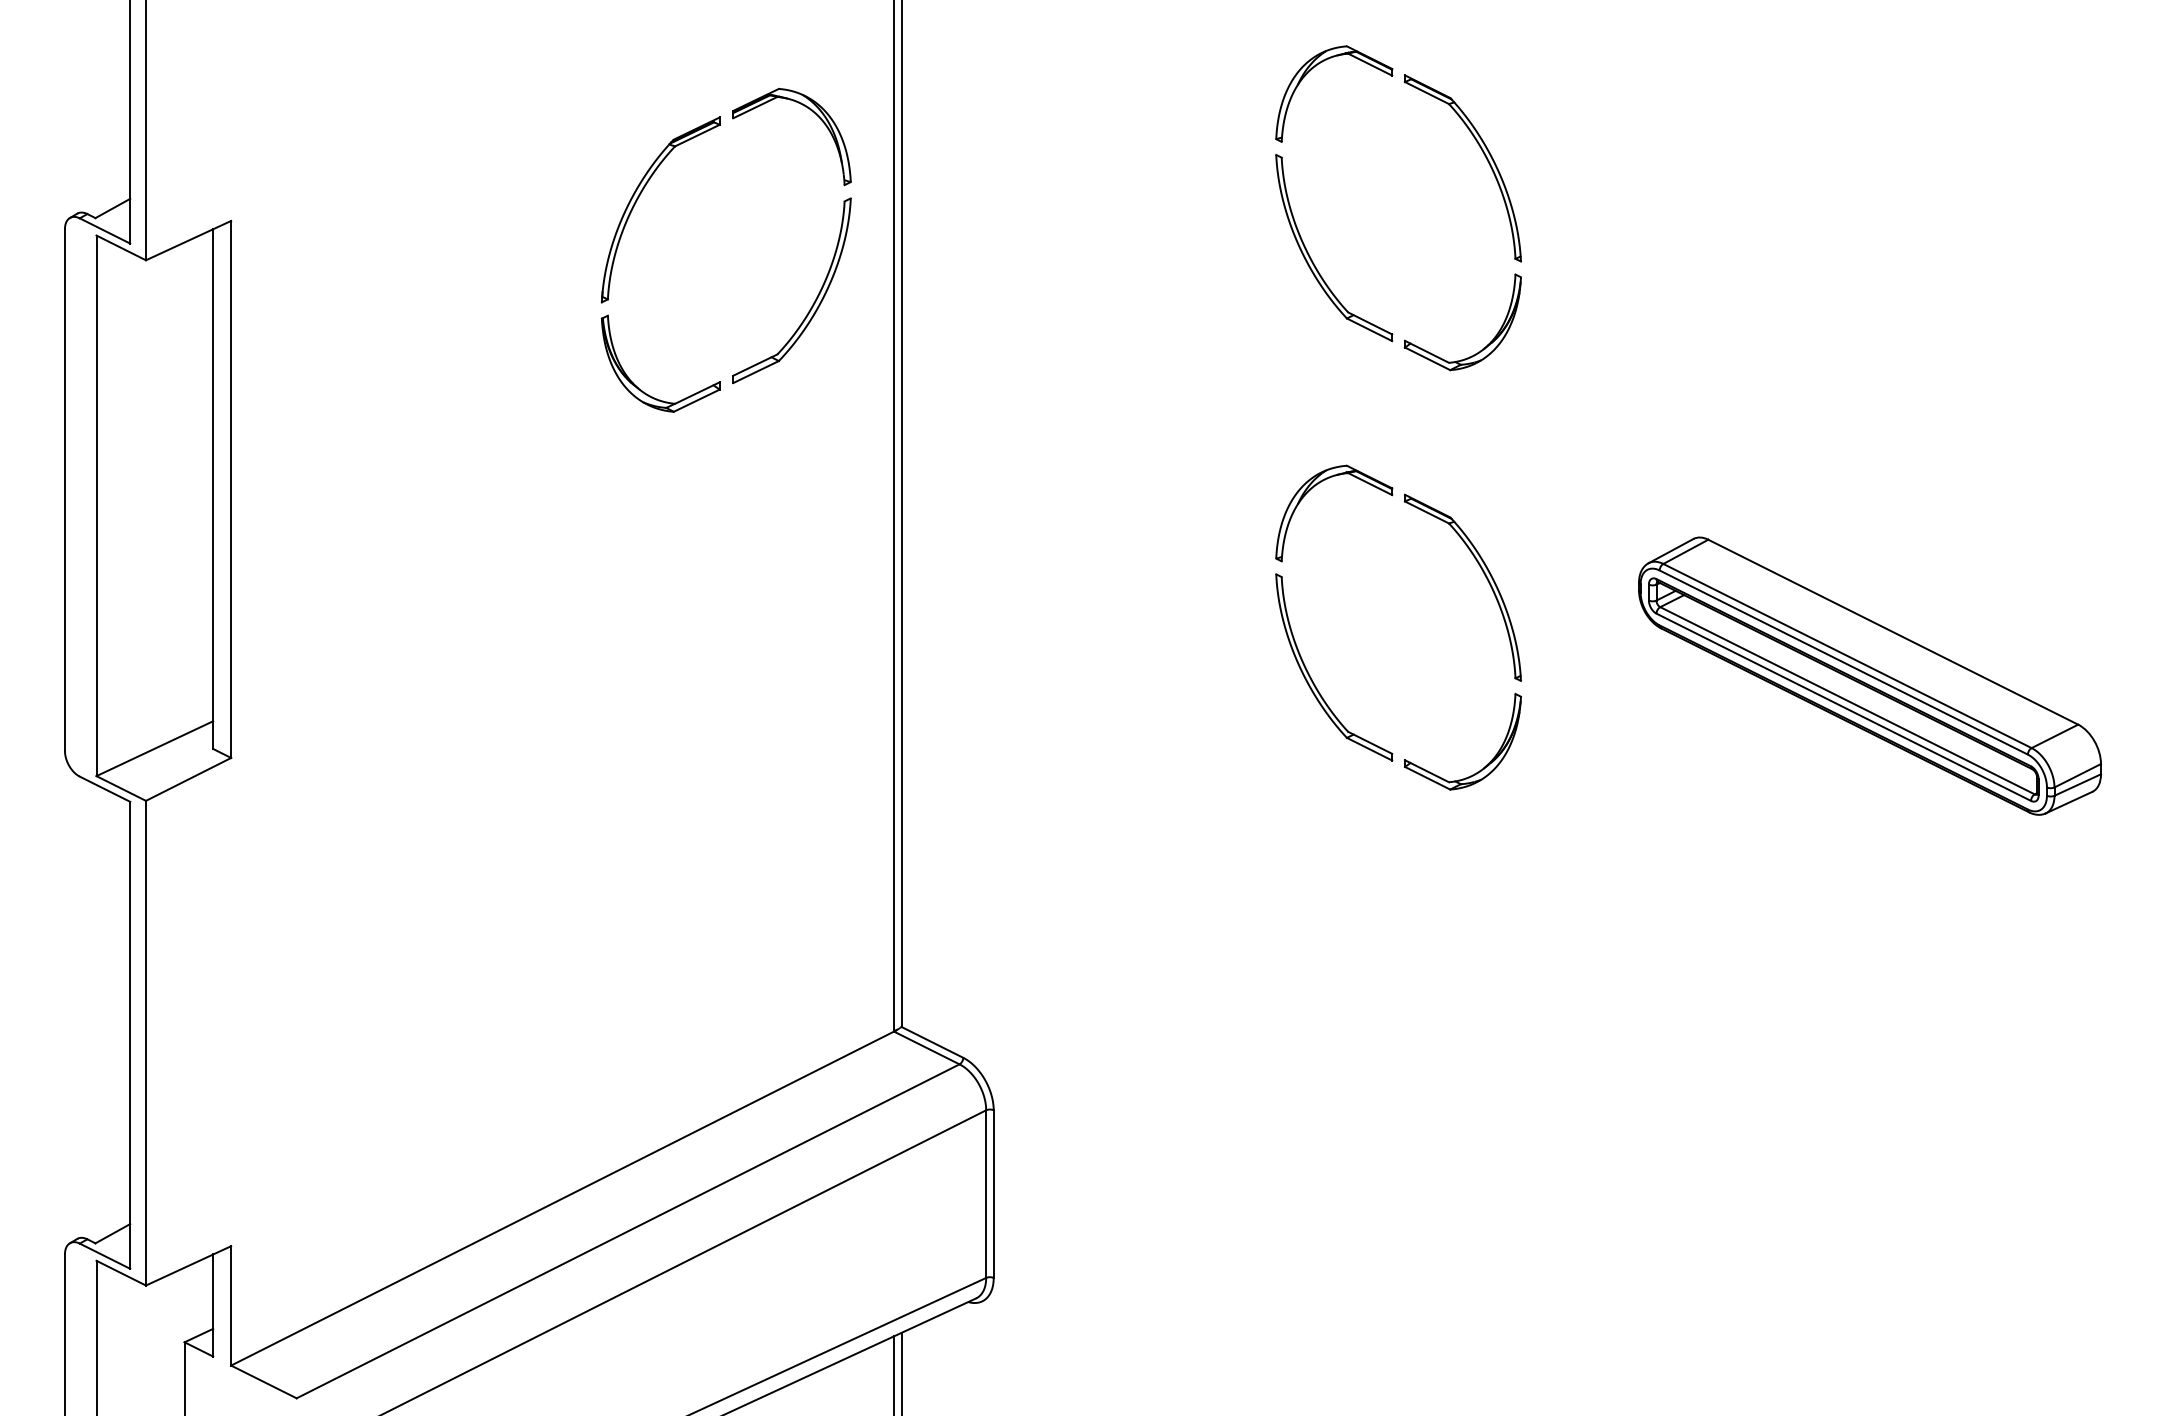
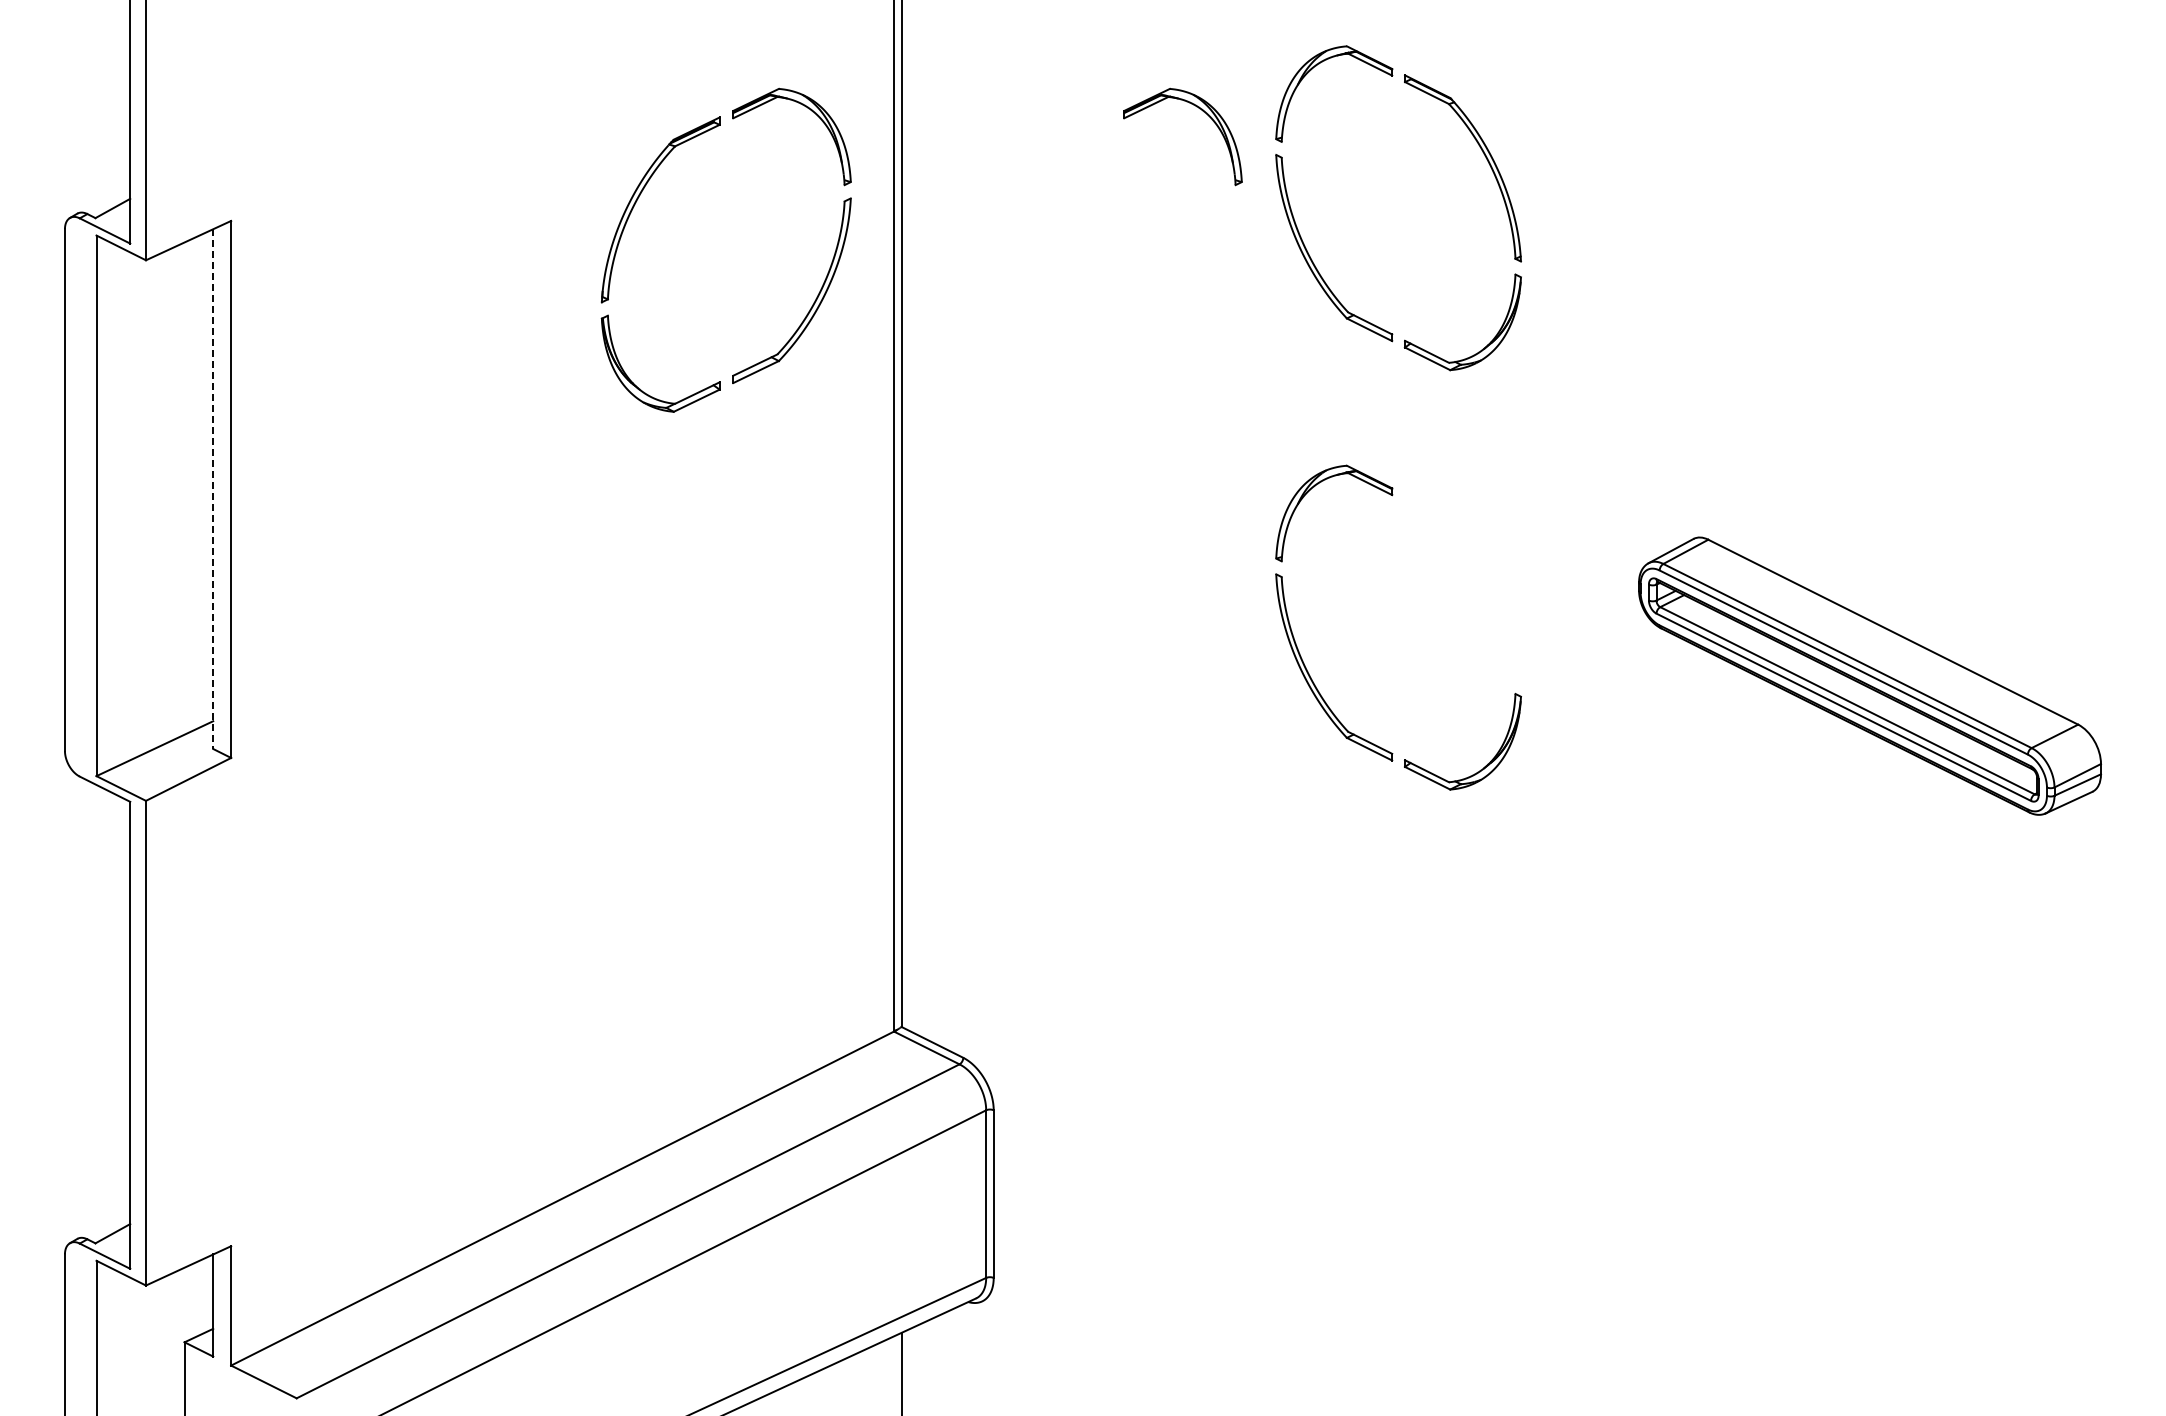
part at (1203, 112): none -> present
line at (213, 489): solid -> dashed
part at (1484, 575): present -> none
line at (894, 1374): present -> none
